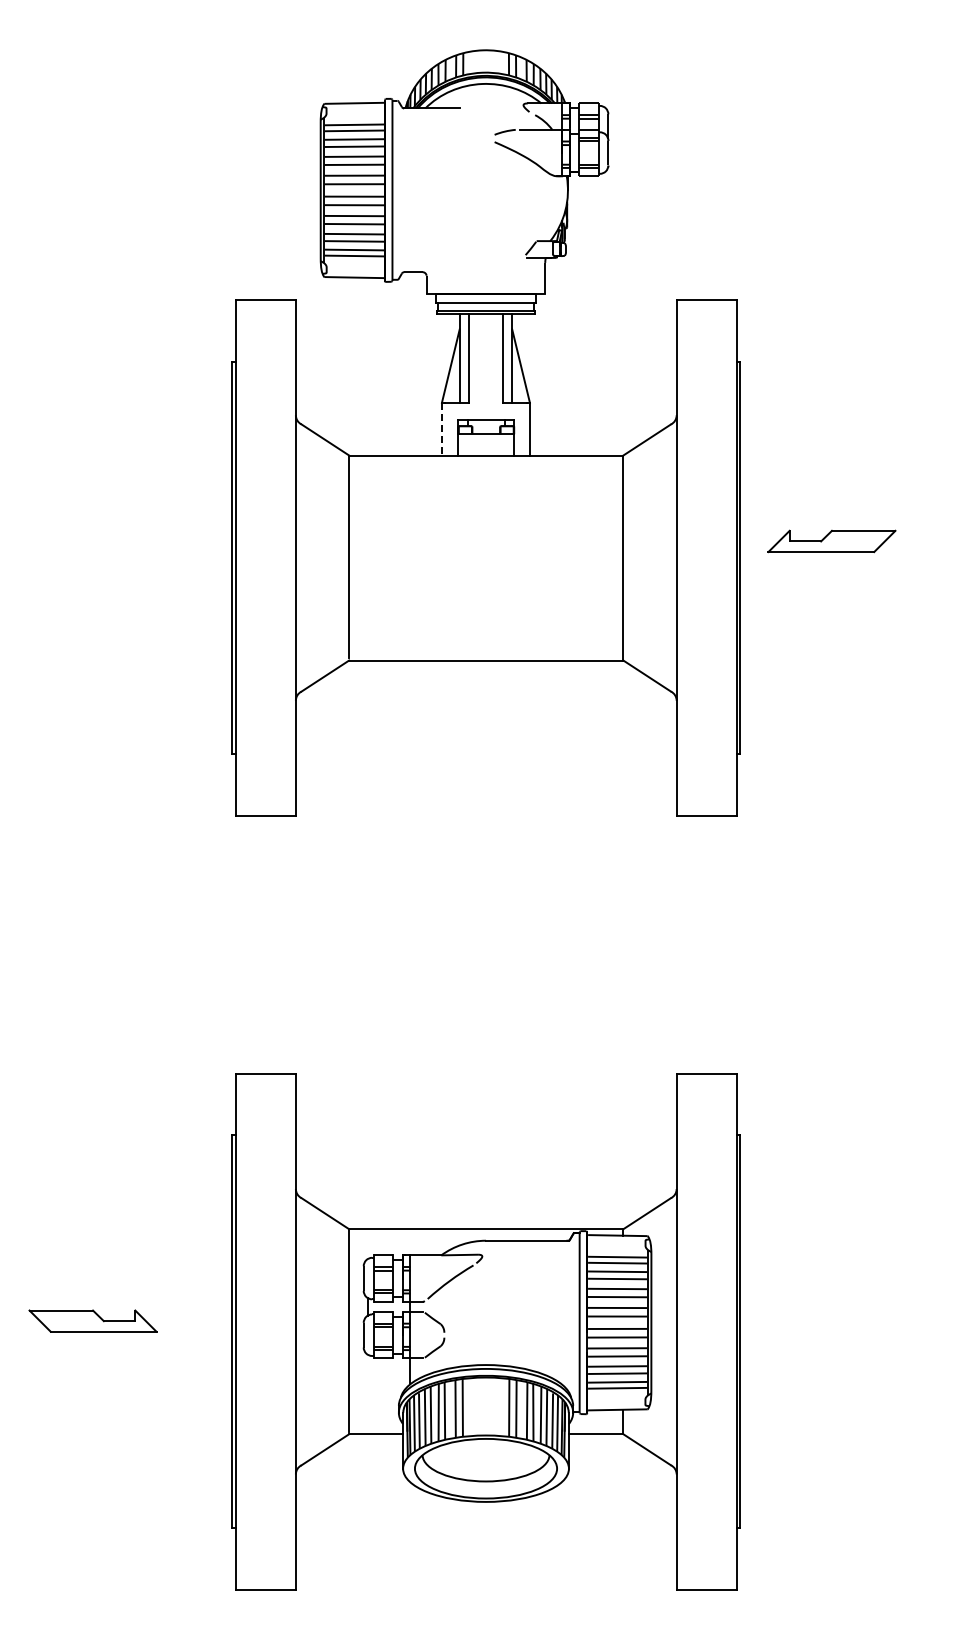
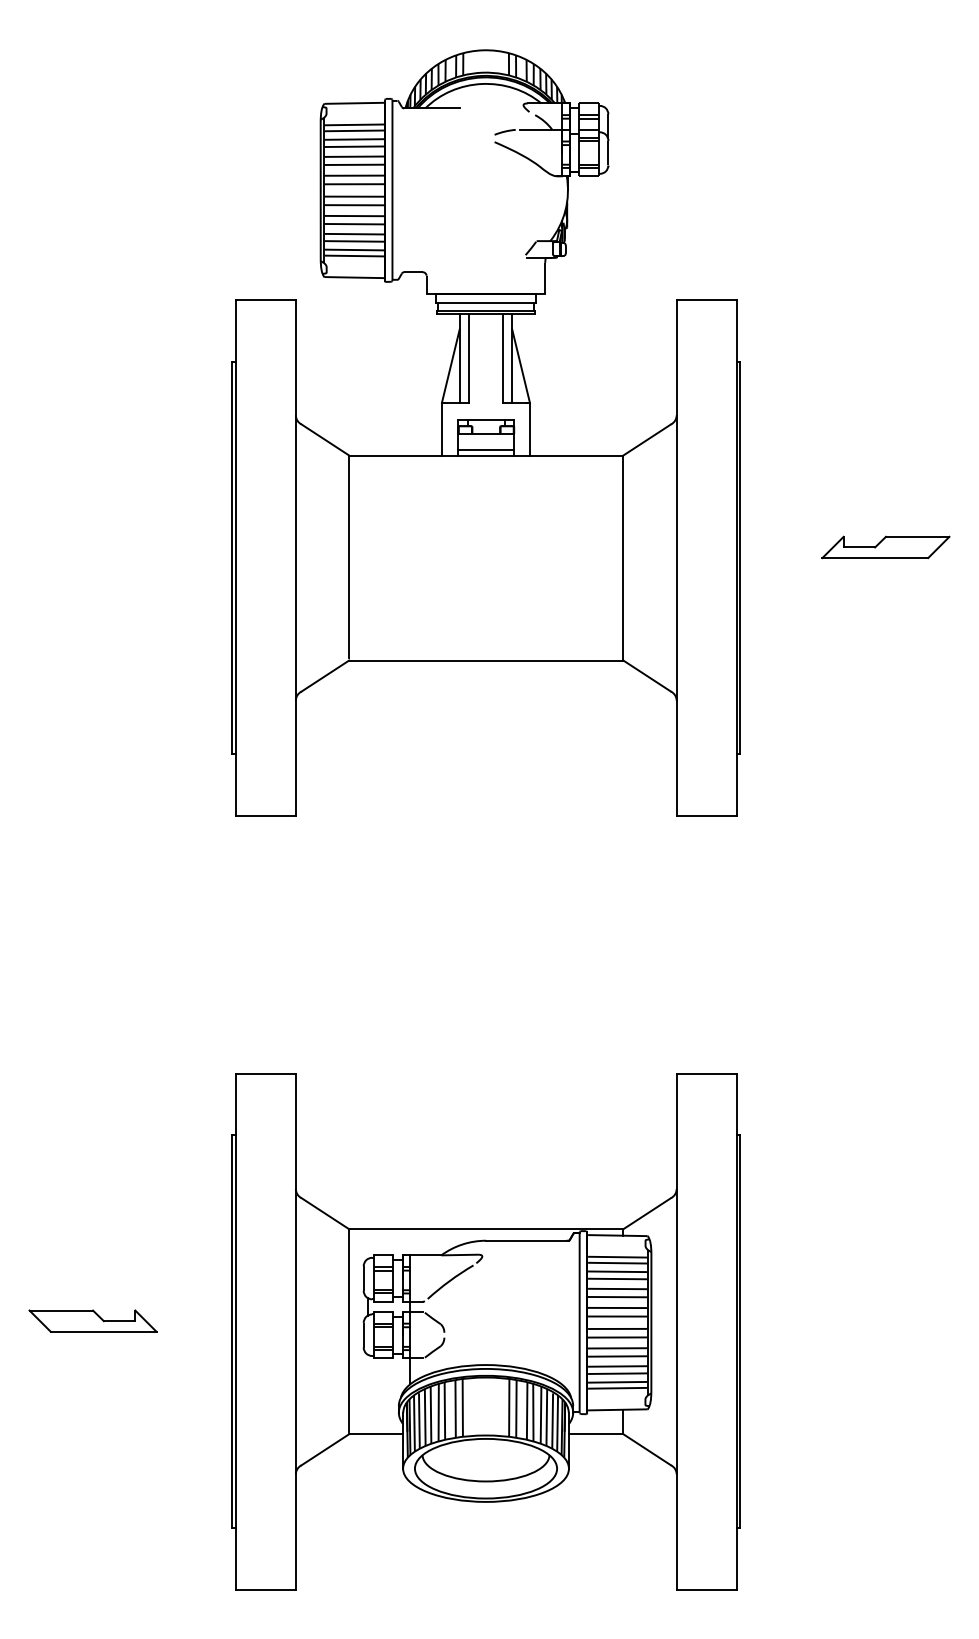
line at (441, 429): dashed -> solid
line at (486, 450): none -> present
part at (831, 541) position: (831, 541) -> (885, 547)
